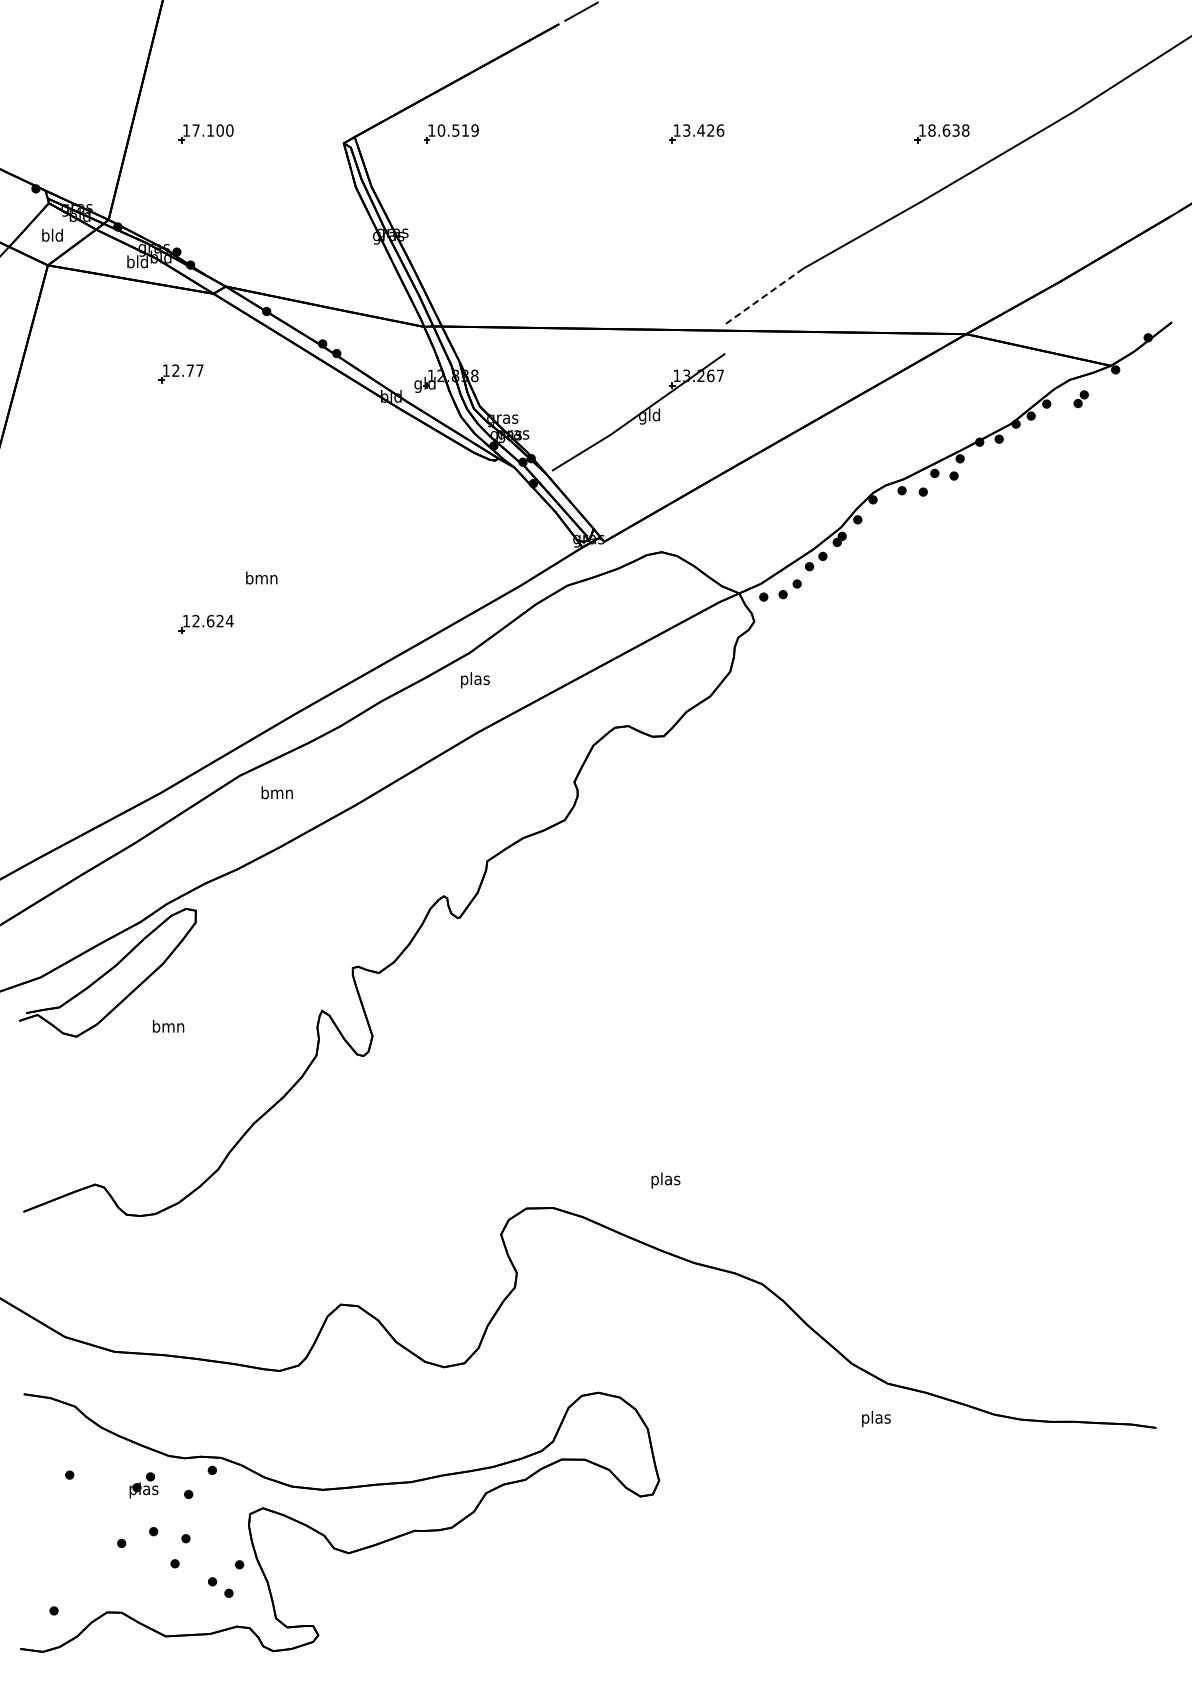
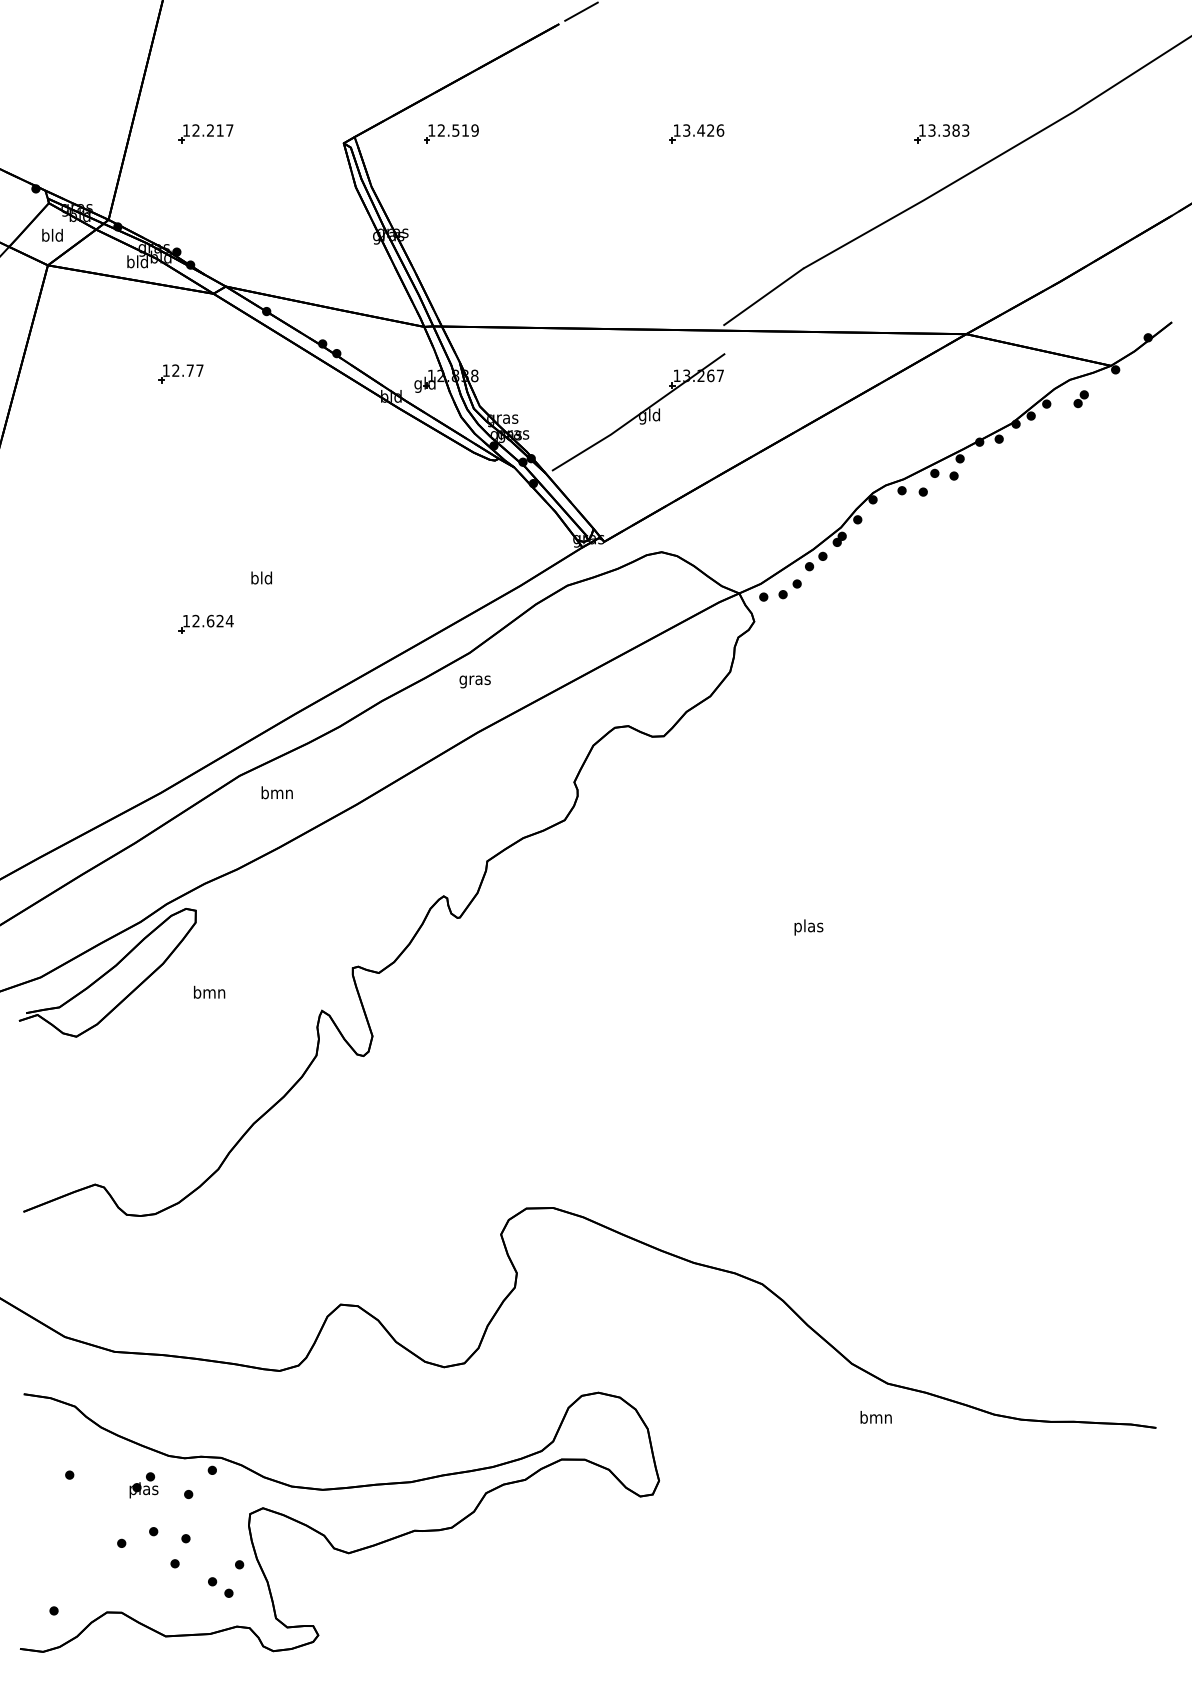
text at (212, 130): 17.100 -> 12.217
text at (441, 130): 10.519 -> 12.519
text at (948, 130): 18.638 -> 13.383
line at (763, 296): dashed -> solid
text at (261, 577): bmn -> bld
text at (474, 680): plas -> gras
text at (168, 1025) position: (168, 1025) -> (209, 991)
text at (665, 1180) position: (665, 1180) -> (808, 927)
text at (875, 1418): plas -> bmn
